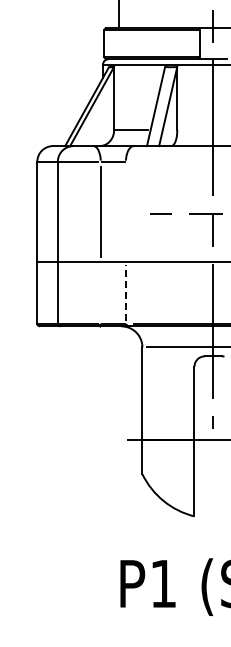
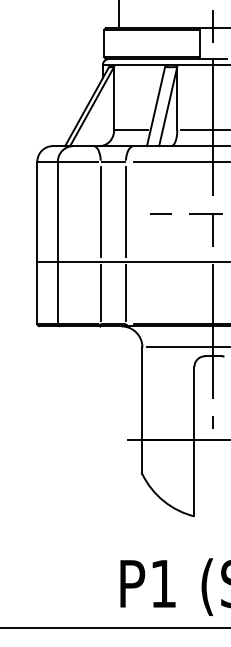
line at (203, 130): none -> present
line at (180, 161): none -> present
line at (125, 211): none -> present
line at (100, 292): none -> present
line at (125, 292): dashed -> solid
line at (114, 627): none -> present
